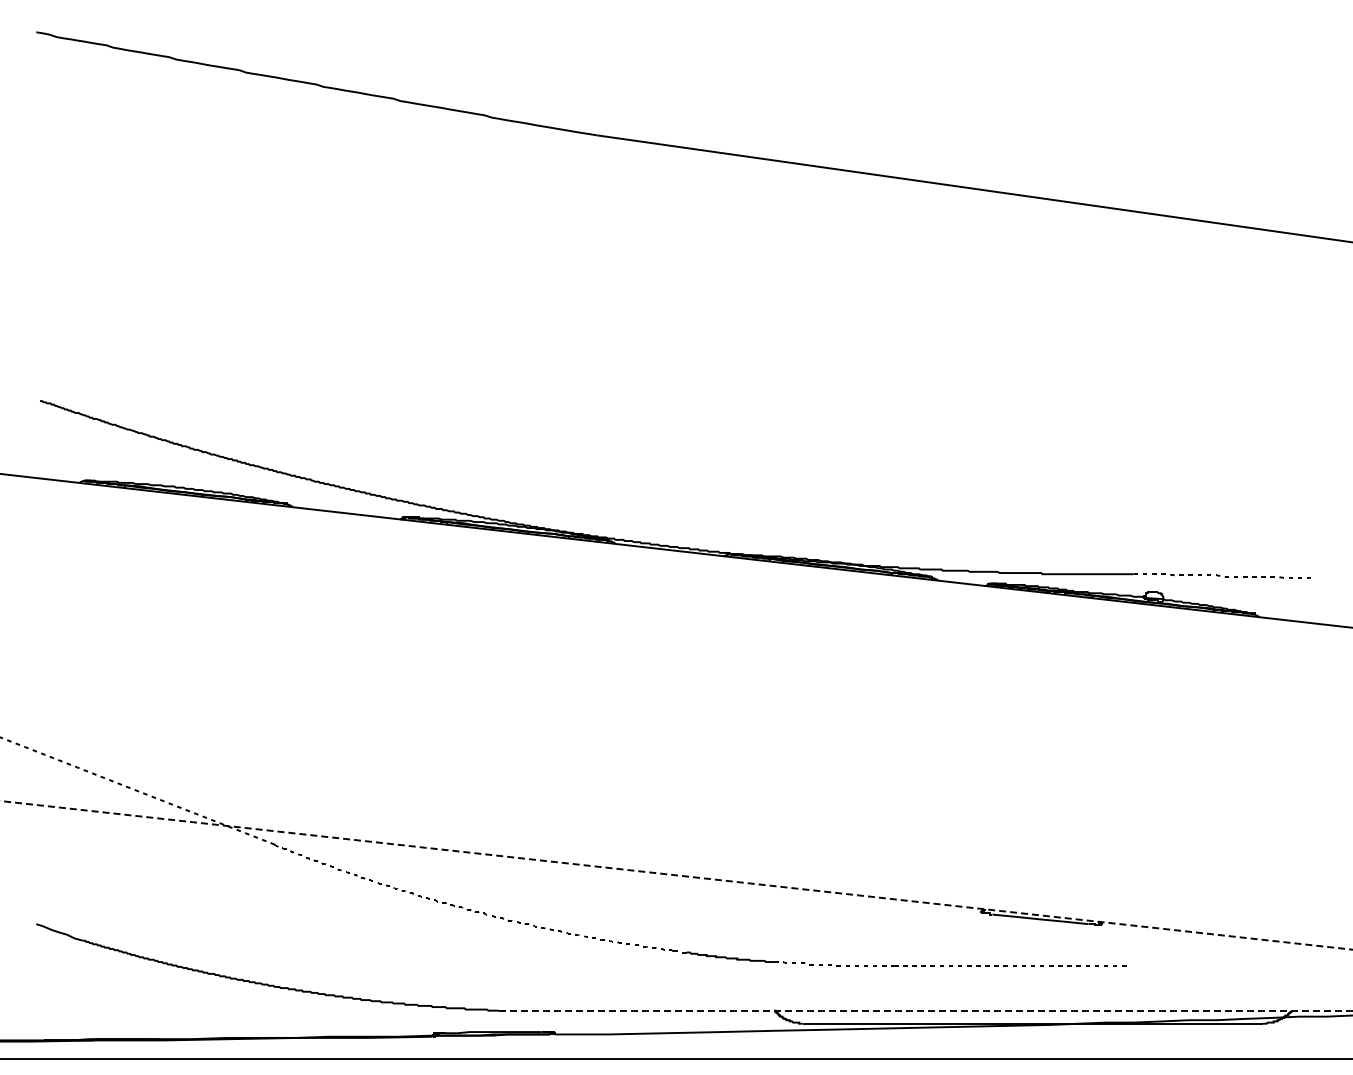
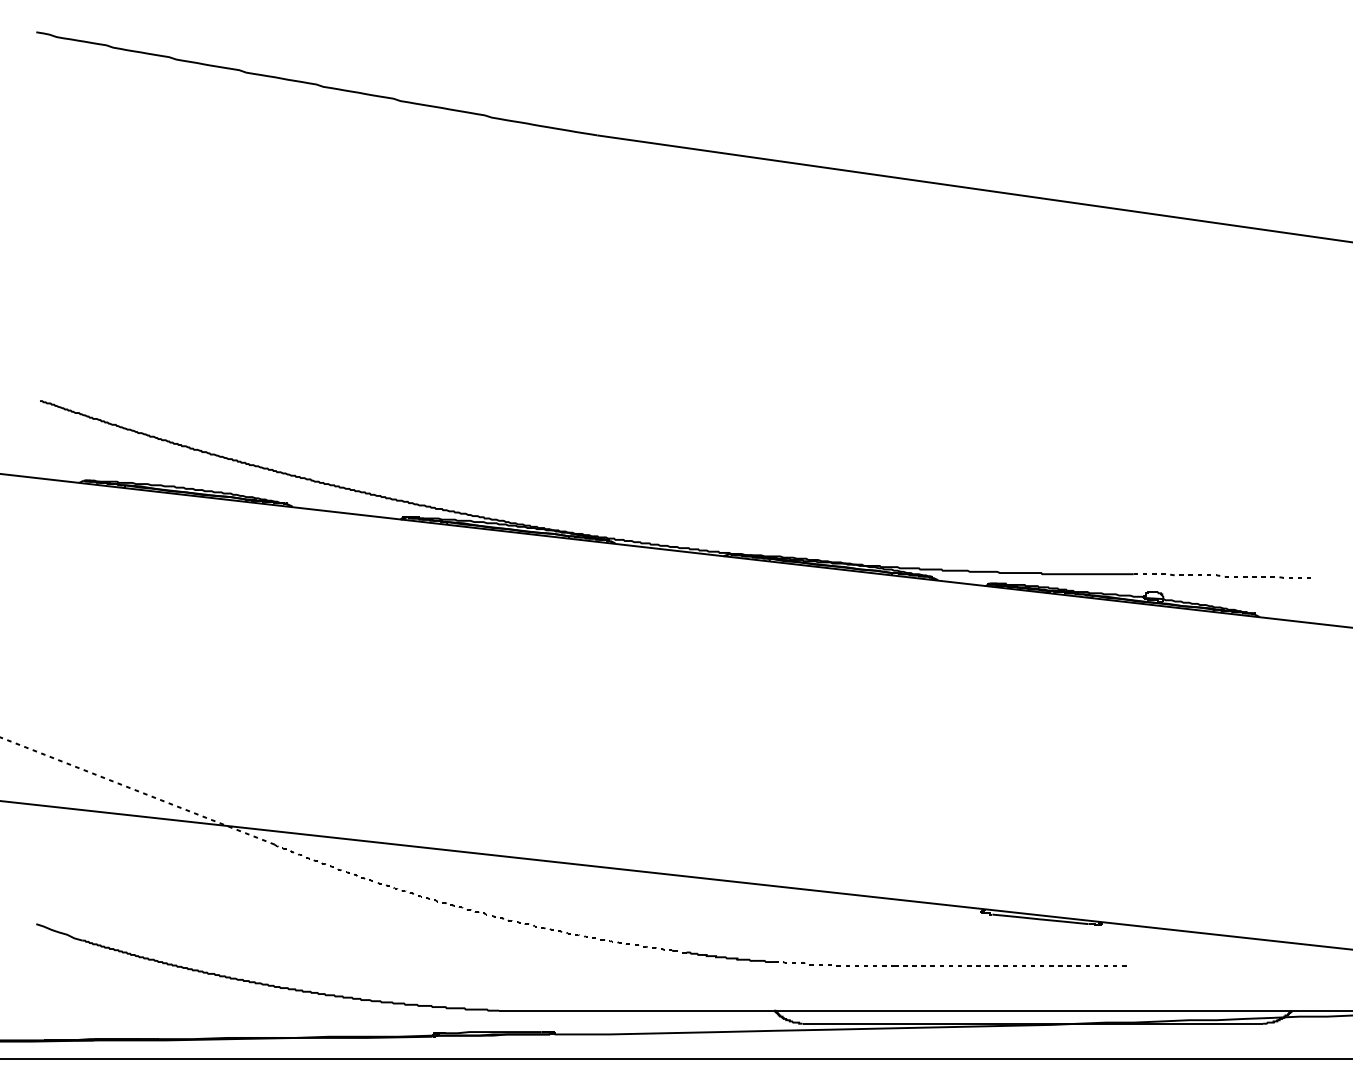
line at (676, 875): dashed -> solid
line at (925, 1010): dashed -> solid
